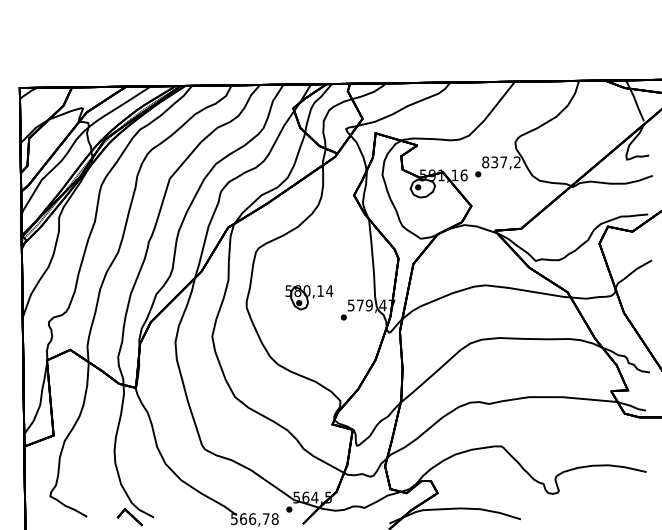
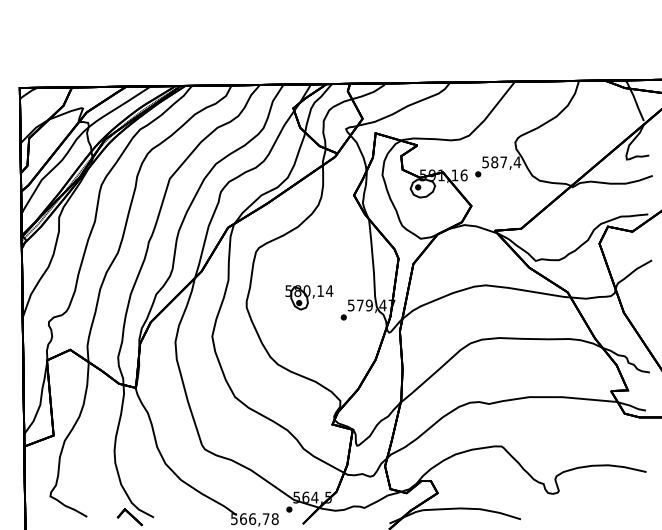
text at (501, 162): 837,2 -> 587,4
